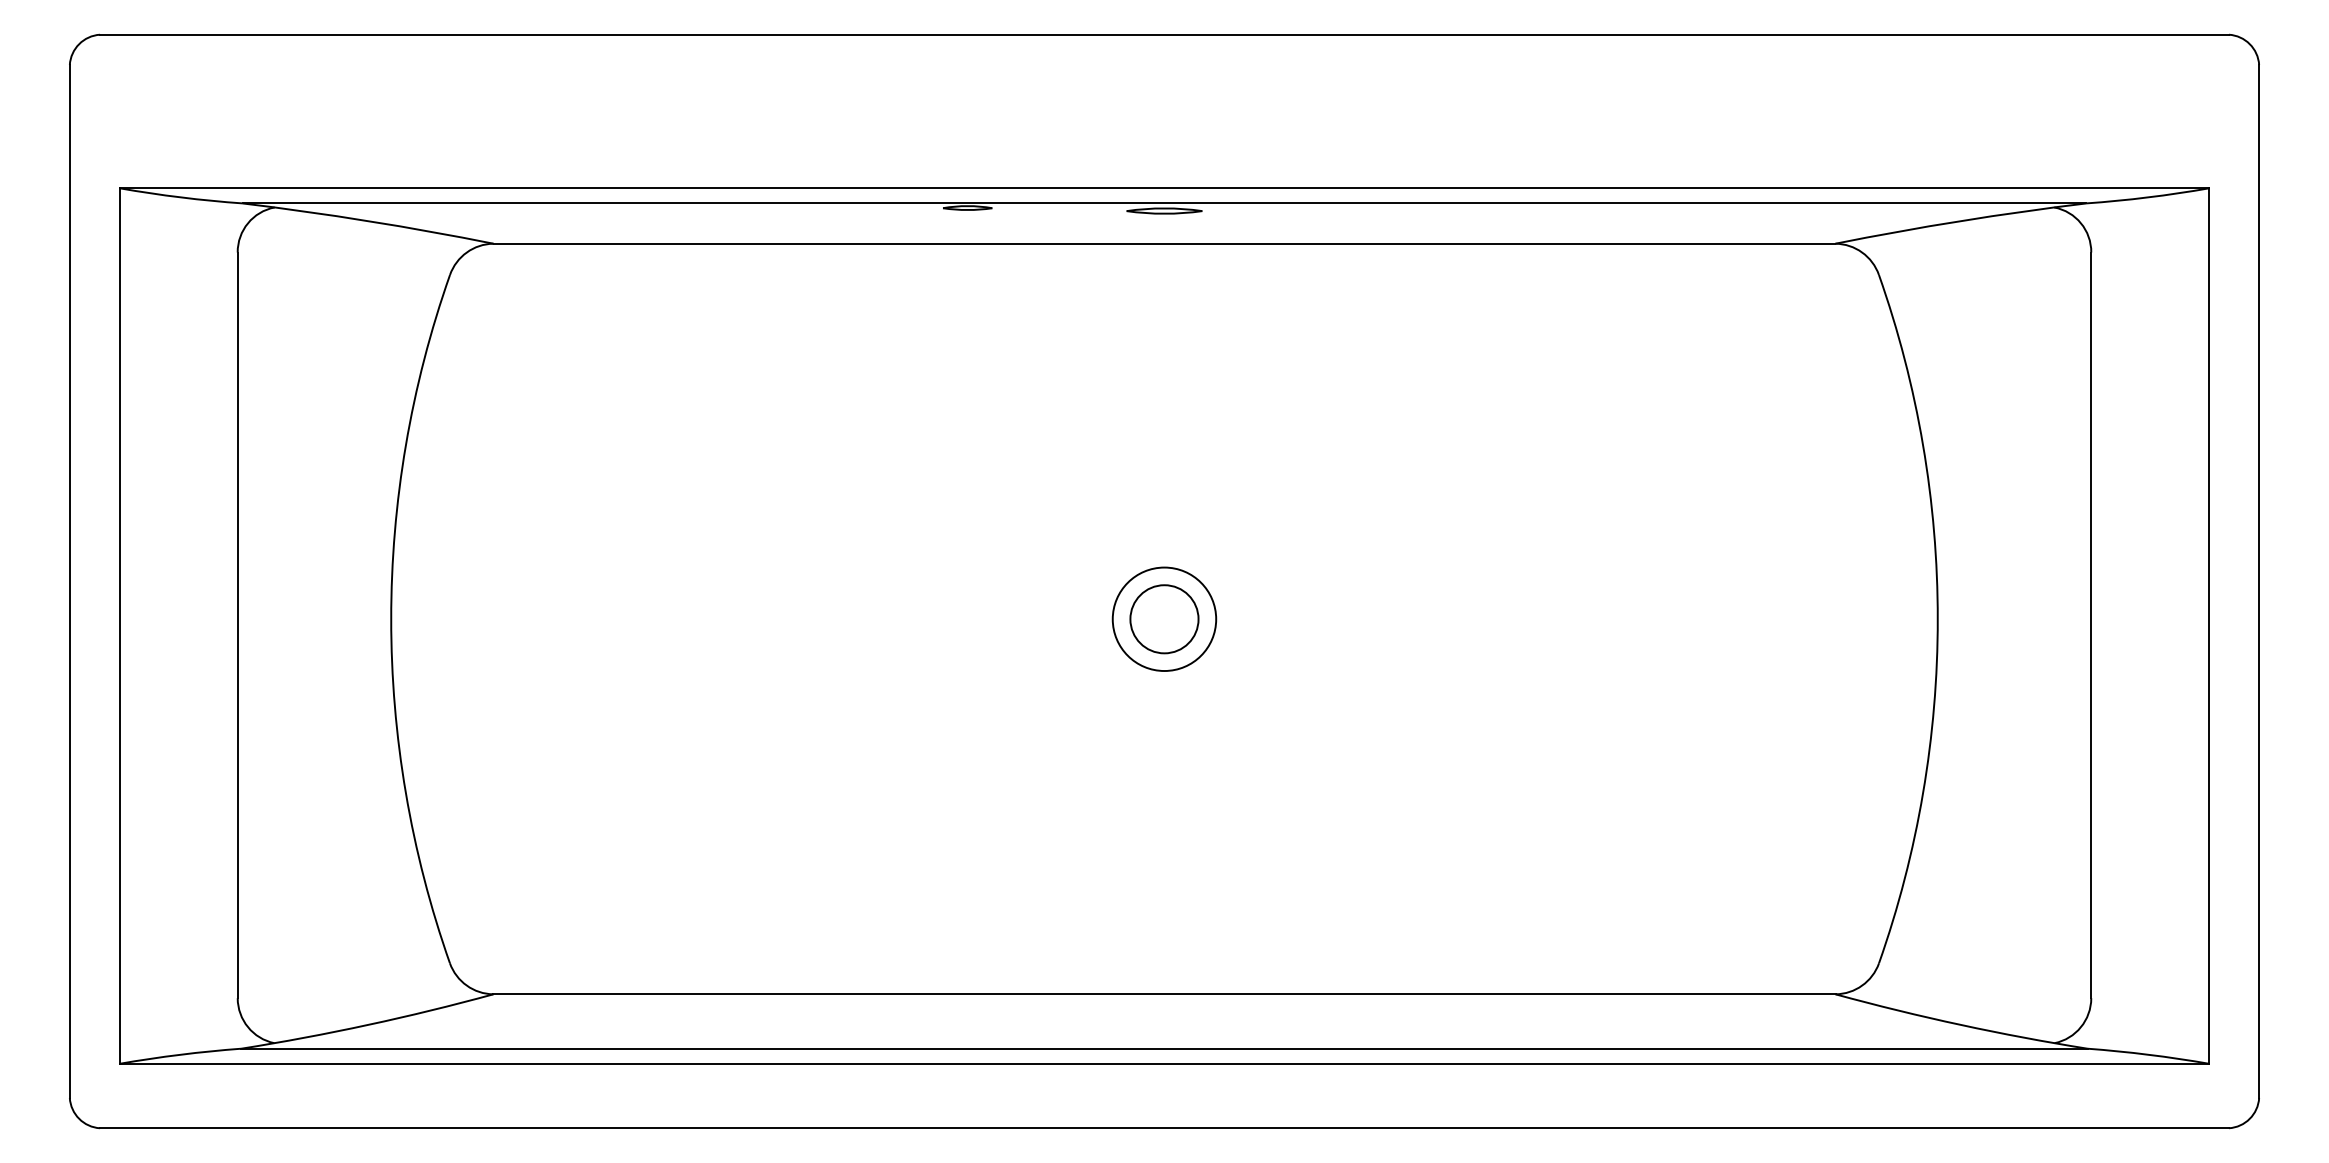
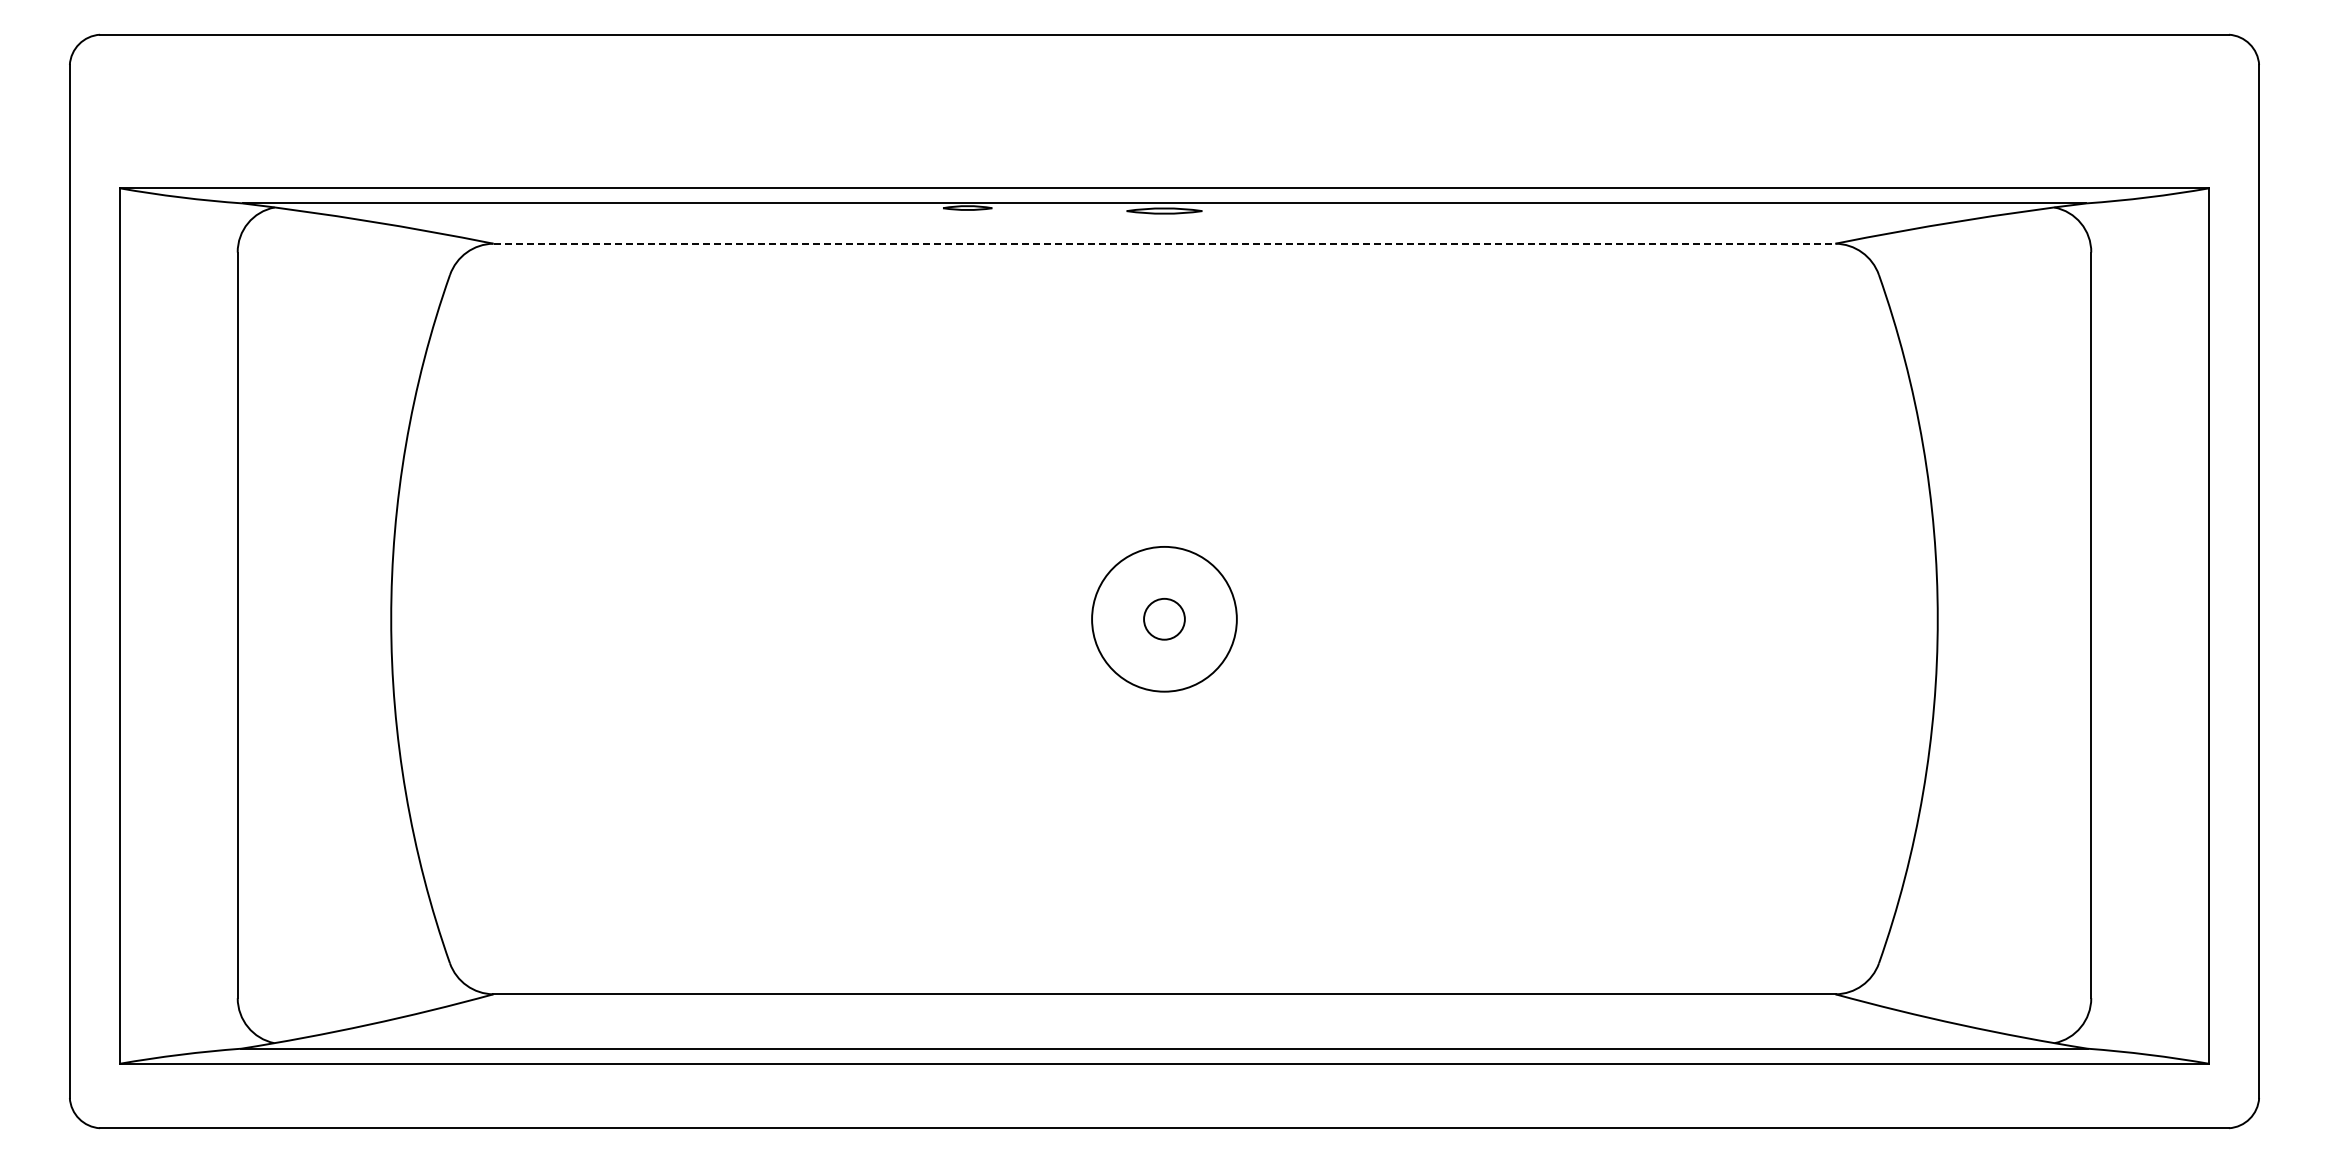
line at (1164, 243): solid -> dashed
circle at (1164, 619) diameter: 103 px -> 145 px
circle at (1164, 619) diameter: 68 px -> 41 px
